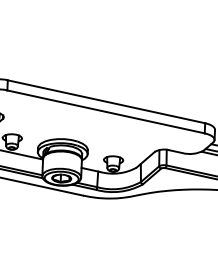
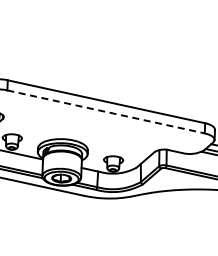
line at (106, 112): solid -> dashed
